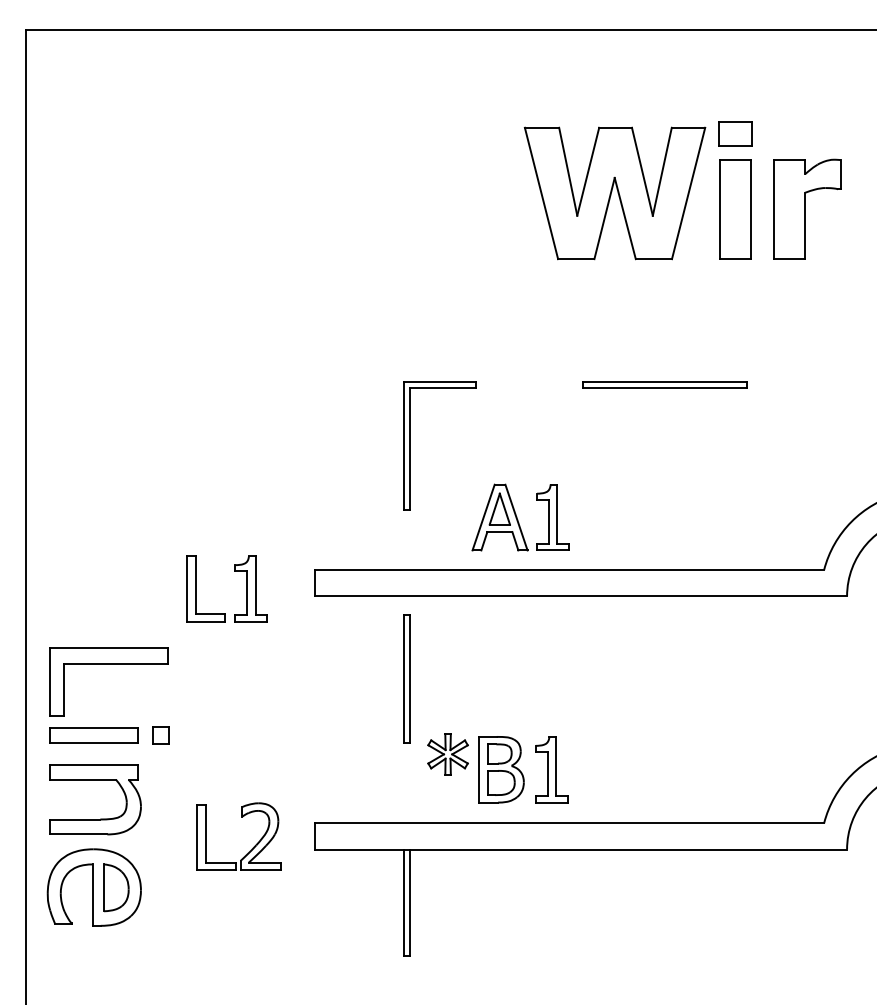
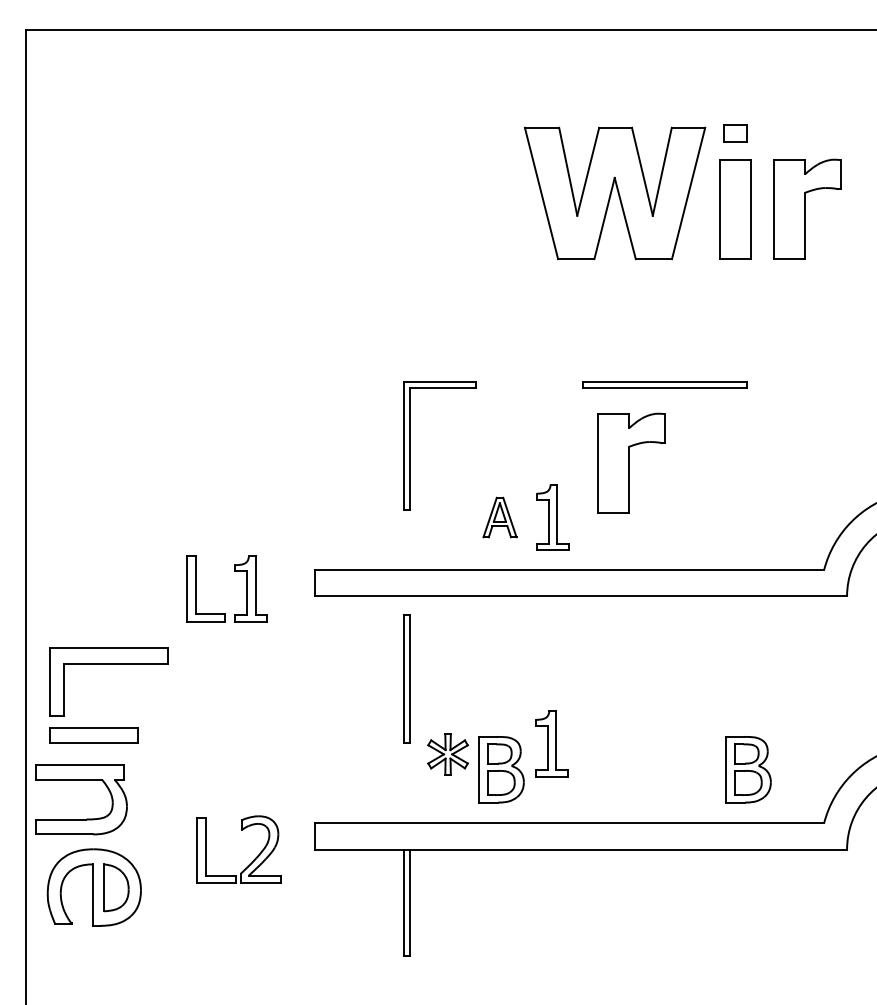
part at (735, 133) size: 35x26 px -> 25x19 px
part at (631, 462): none -> present
part at (499, 517) size: 58x69 px -> 36x43 px
part at (160, 735): present -> none
part at (551, 769) position: (551, 769) -> (551, 743)
part at (748, 769): none -> present
part at (95, 780) position: (95, 780) -> (81, 780)
part at (252, 847) position: (252, 847) -> (252, 860)
